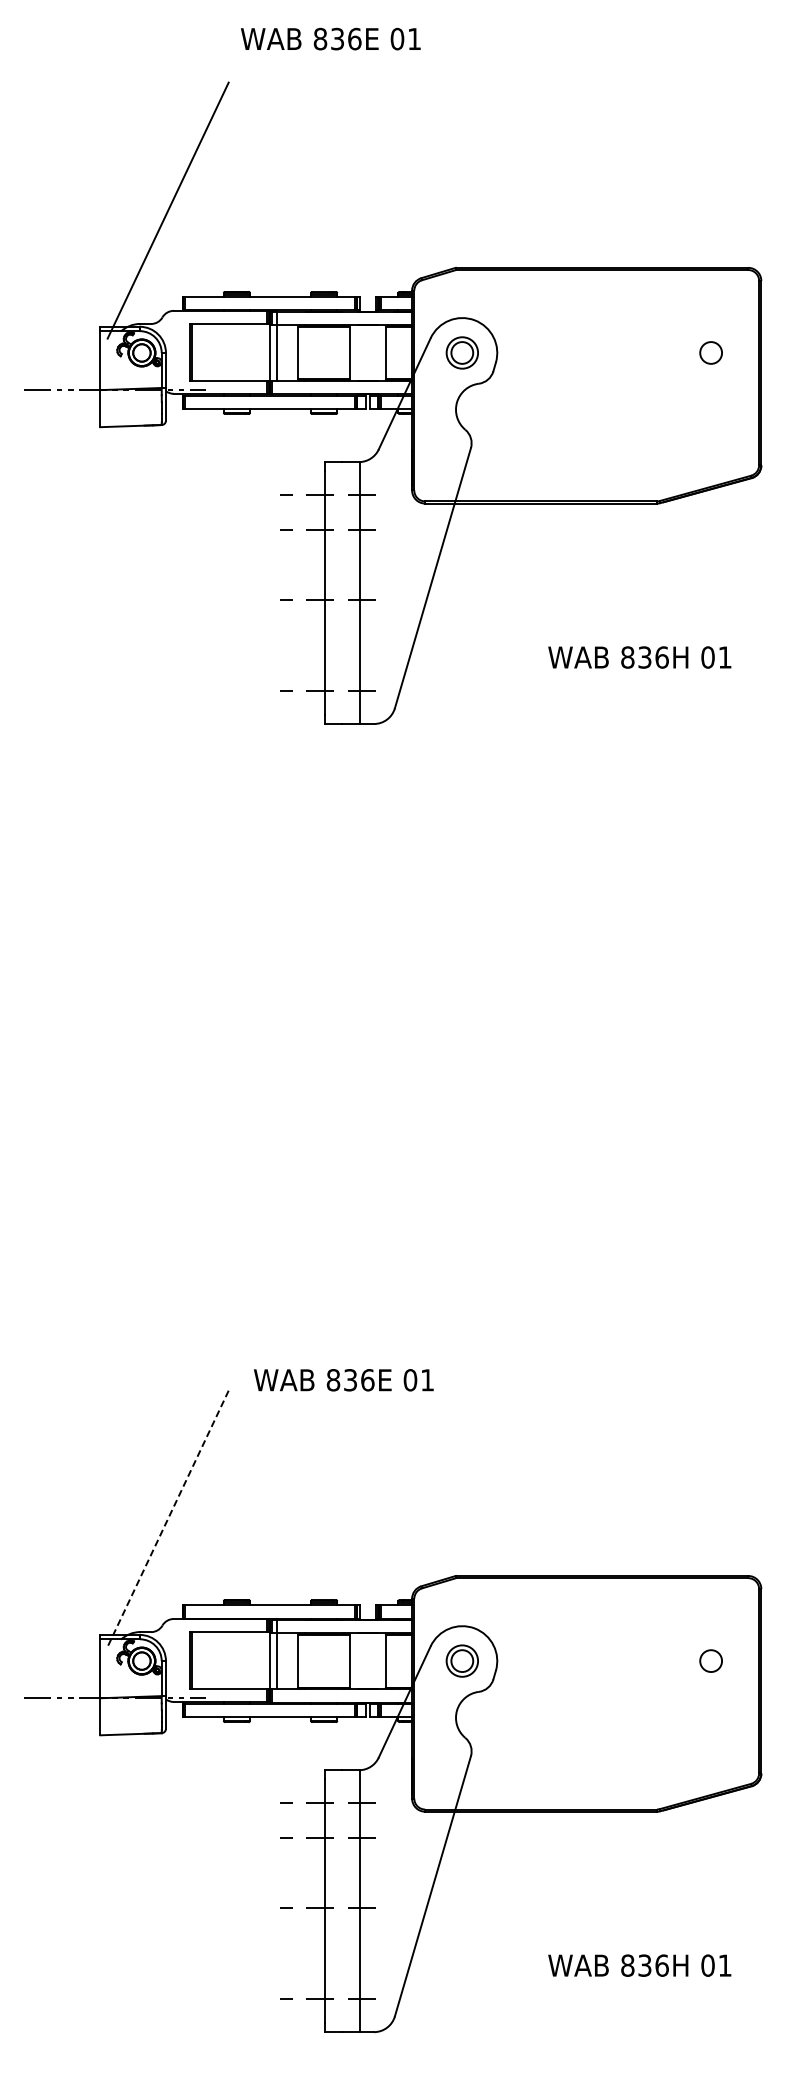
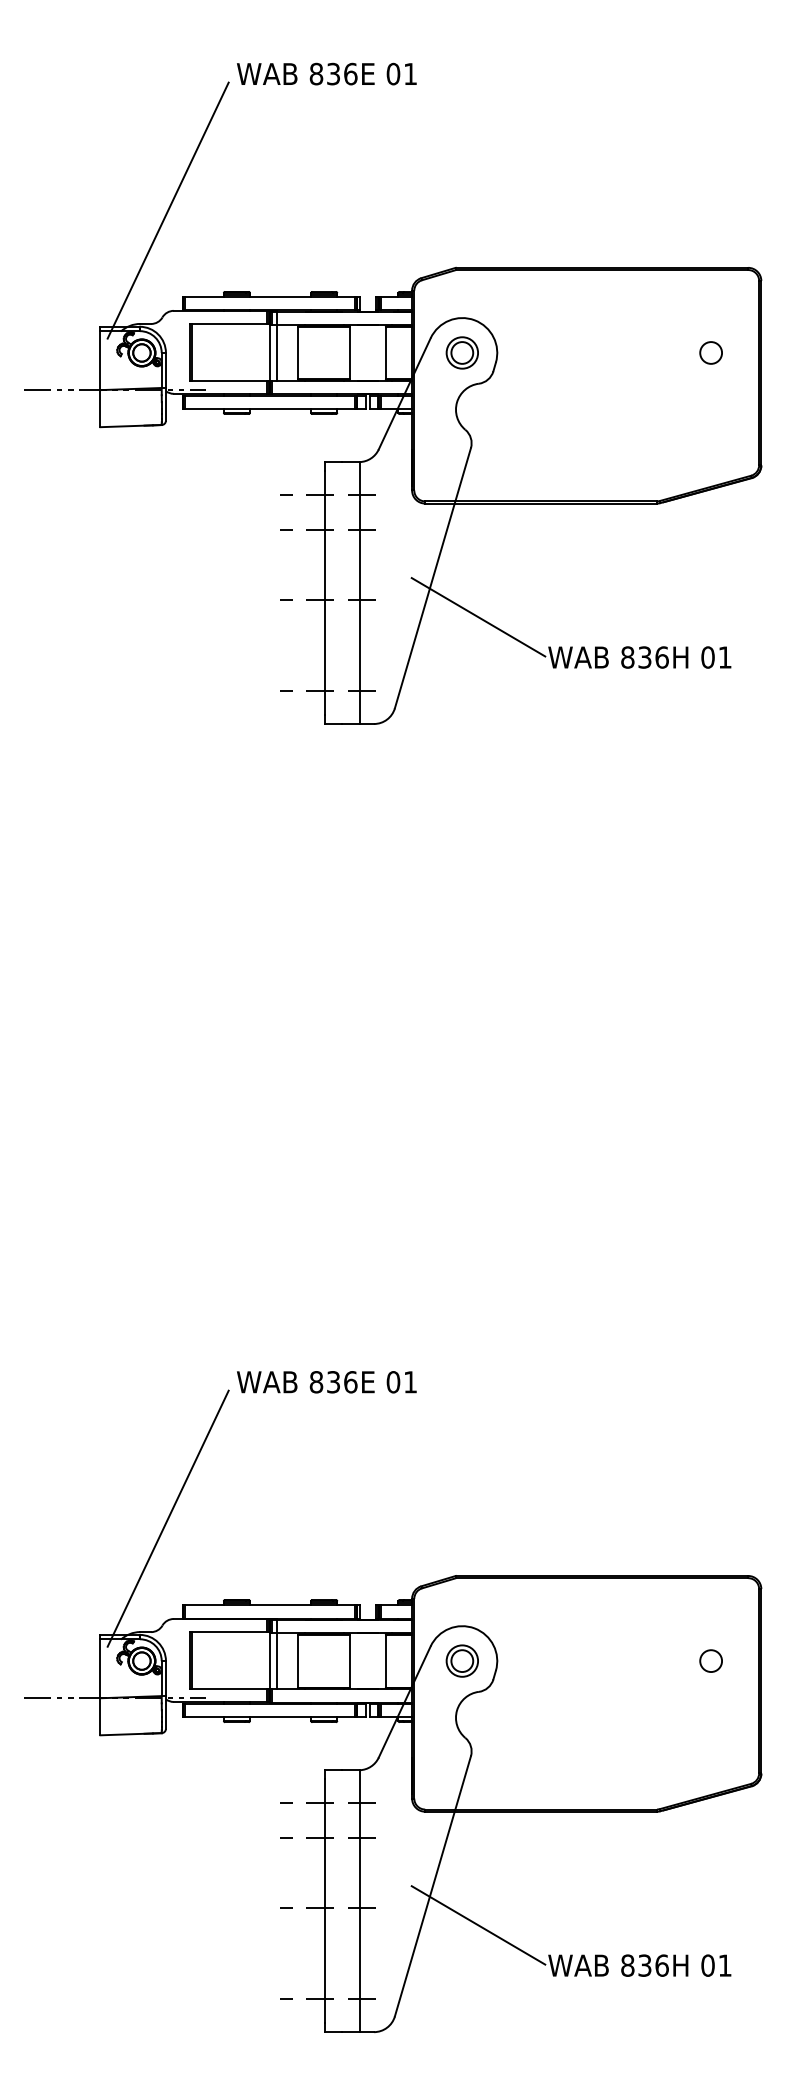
text at (330, 38) position: (330, 38) -> (326, 73)
line at (478, 617): none -> present
text at (343, 1380) position: (343, 1380) -> (326, 1382)
line at (168, 1518): dashed -> solid
line at (478, 1925): none -> present
